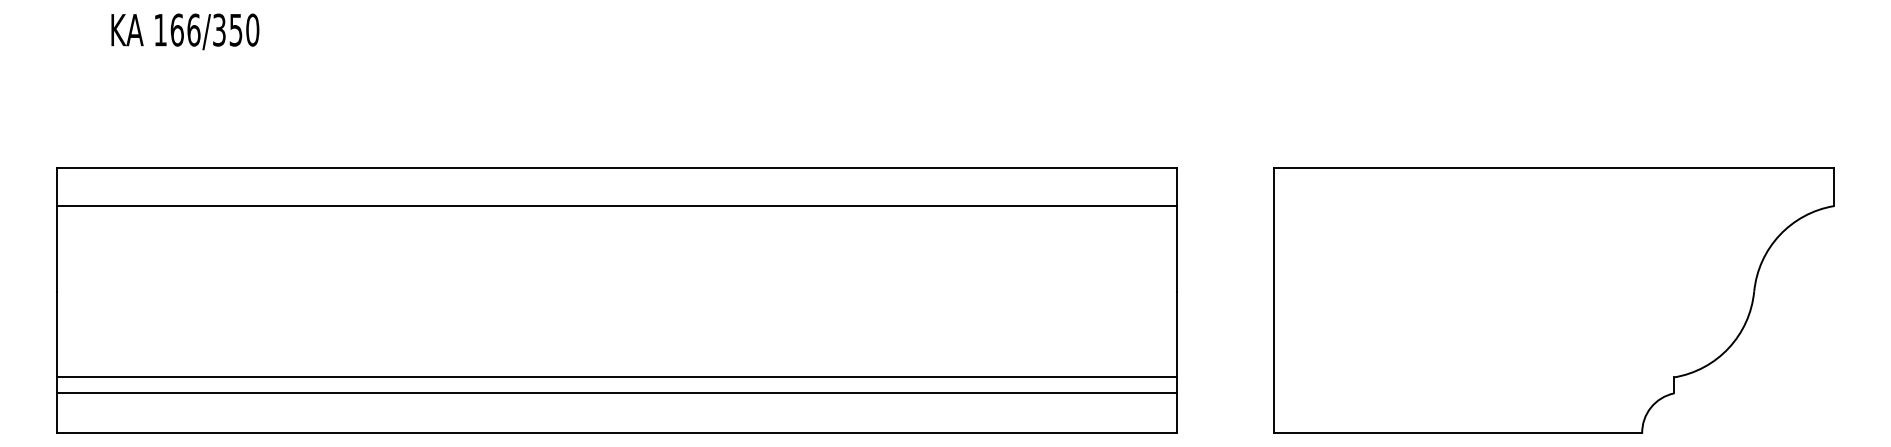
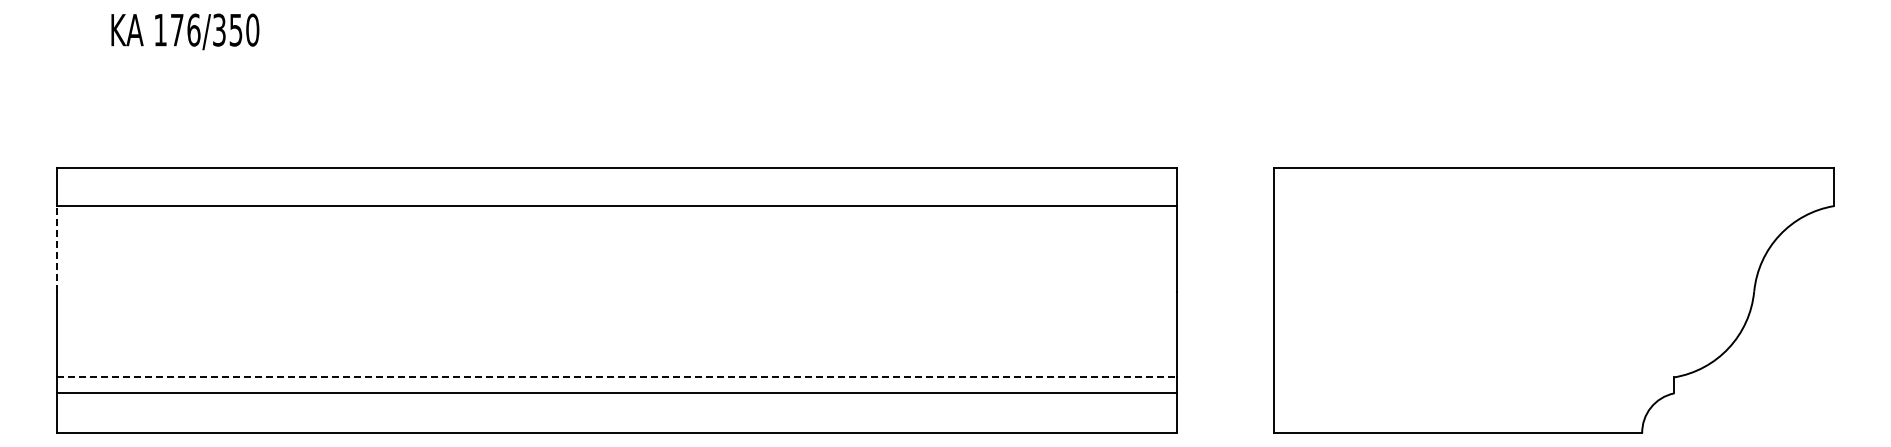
text at (176, 29): 166/350 -> 176/350
line at (56, 248): solid -> dashed
line at (617, 377): solid -> dashed
